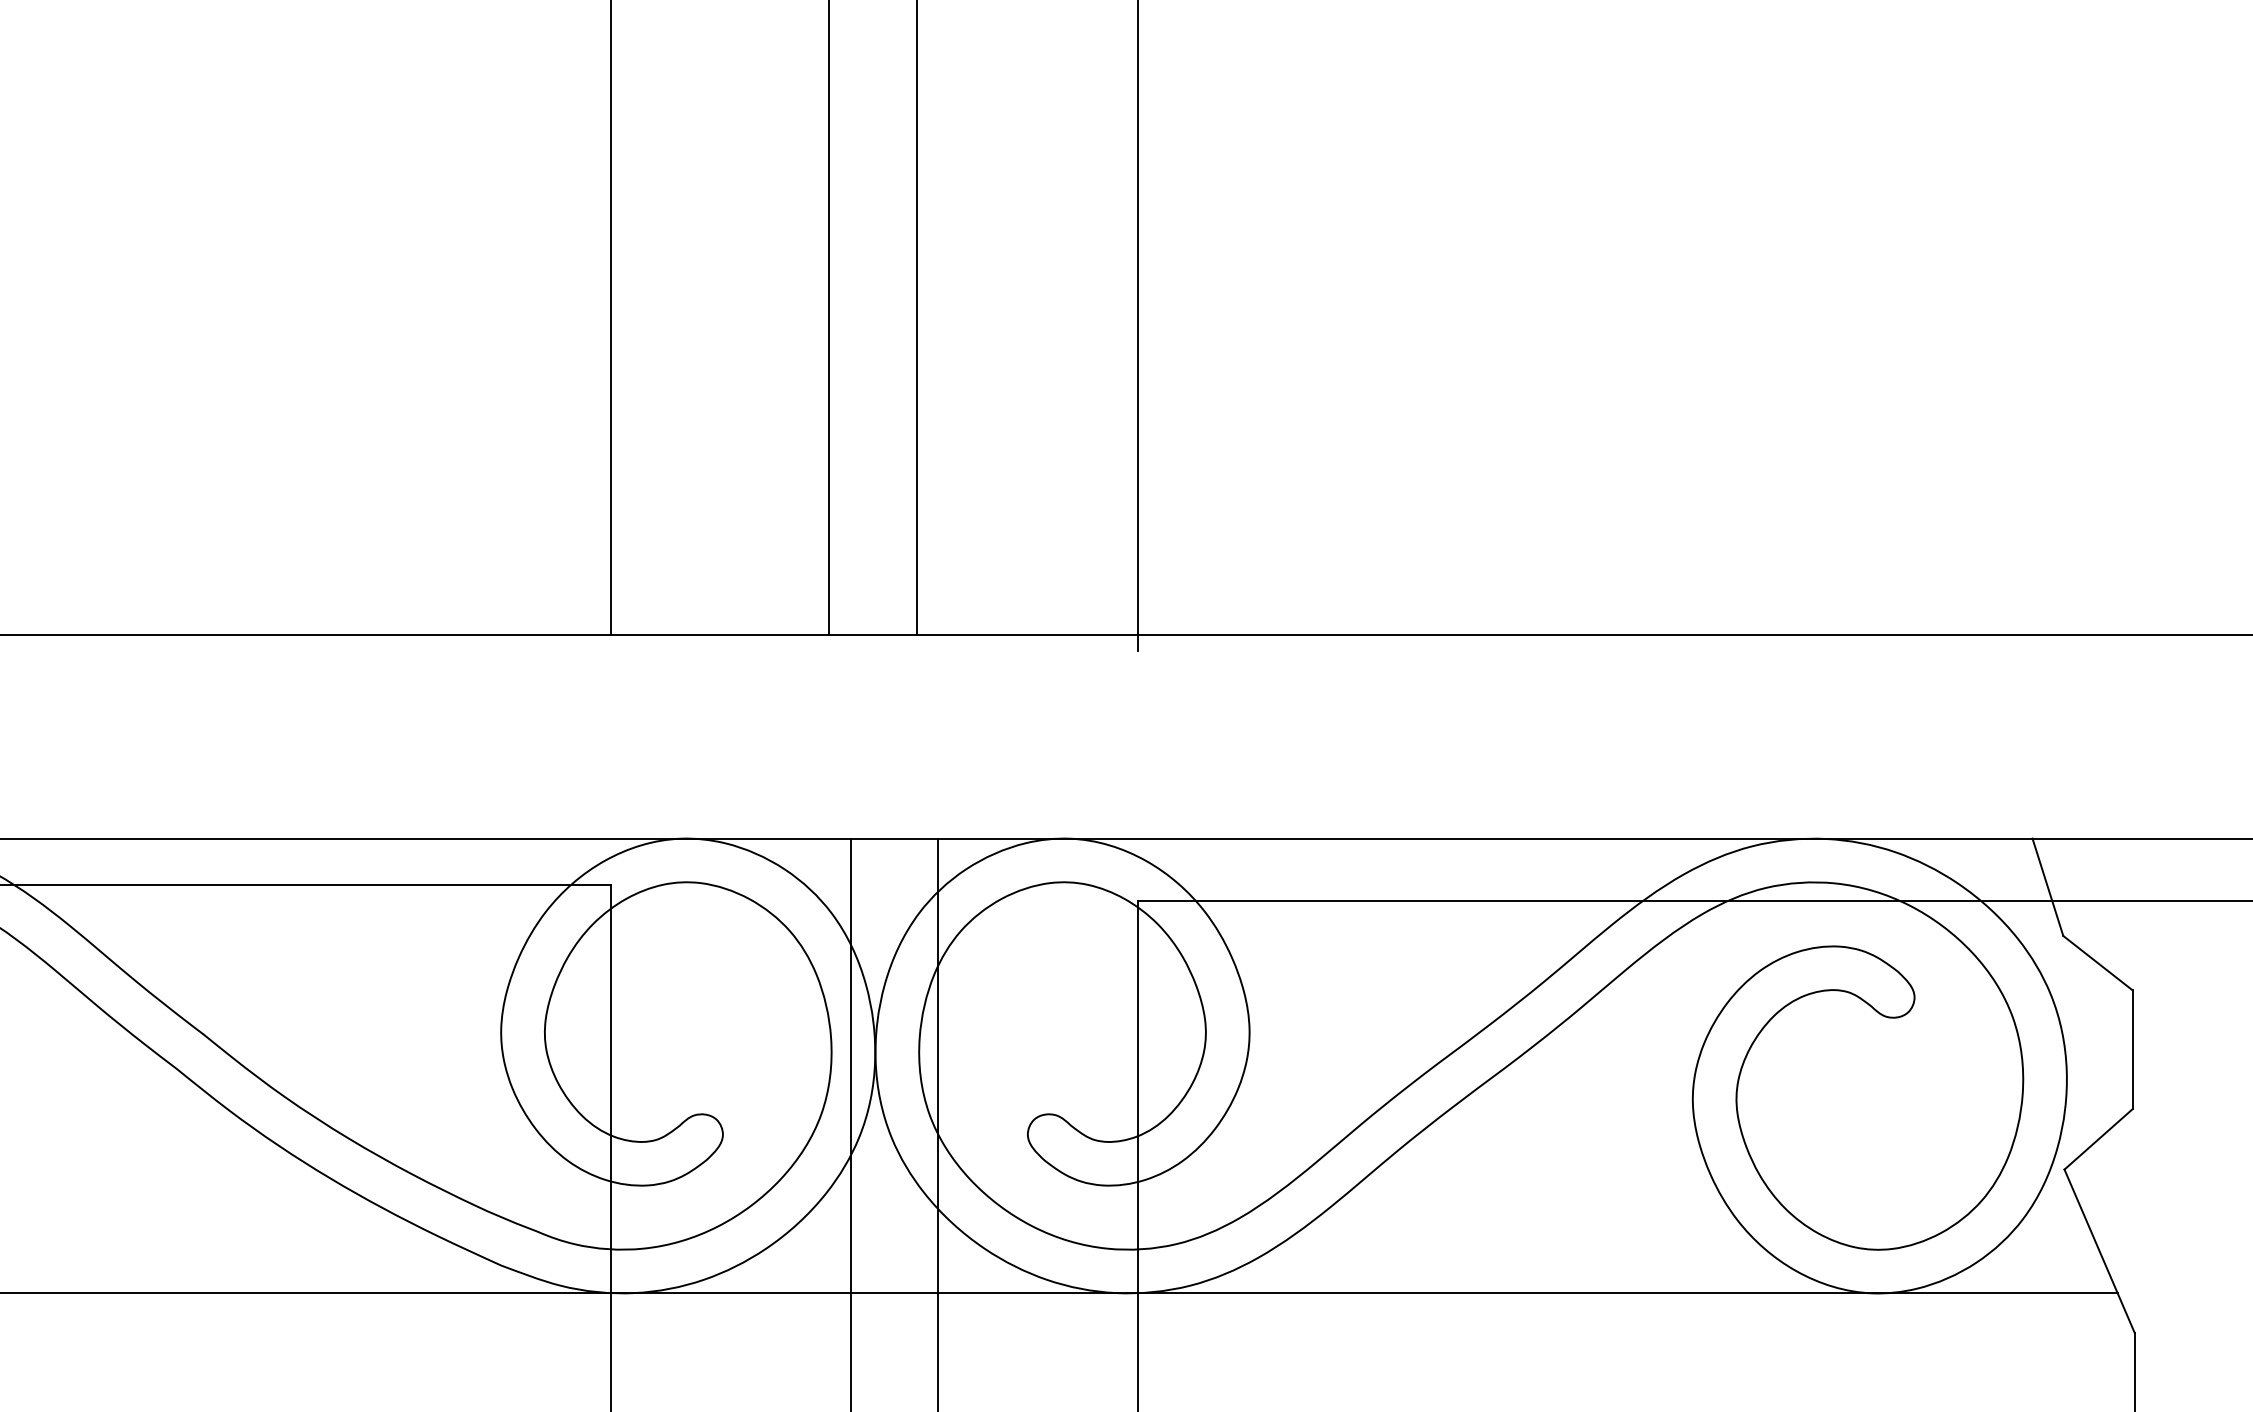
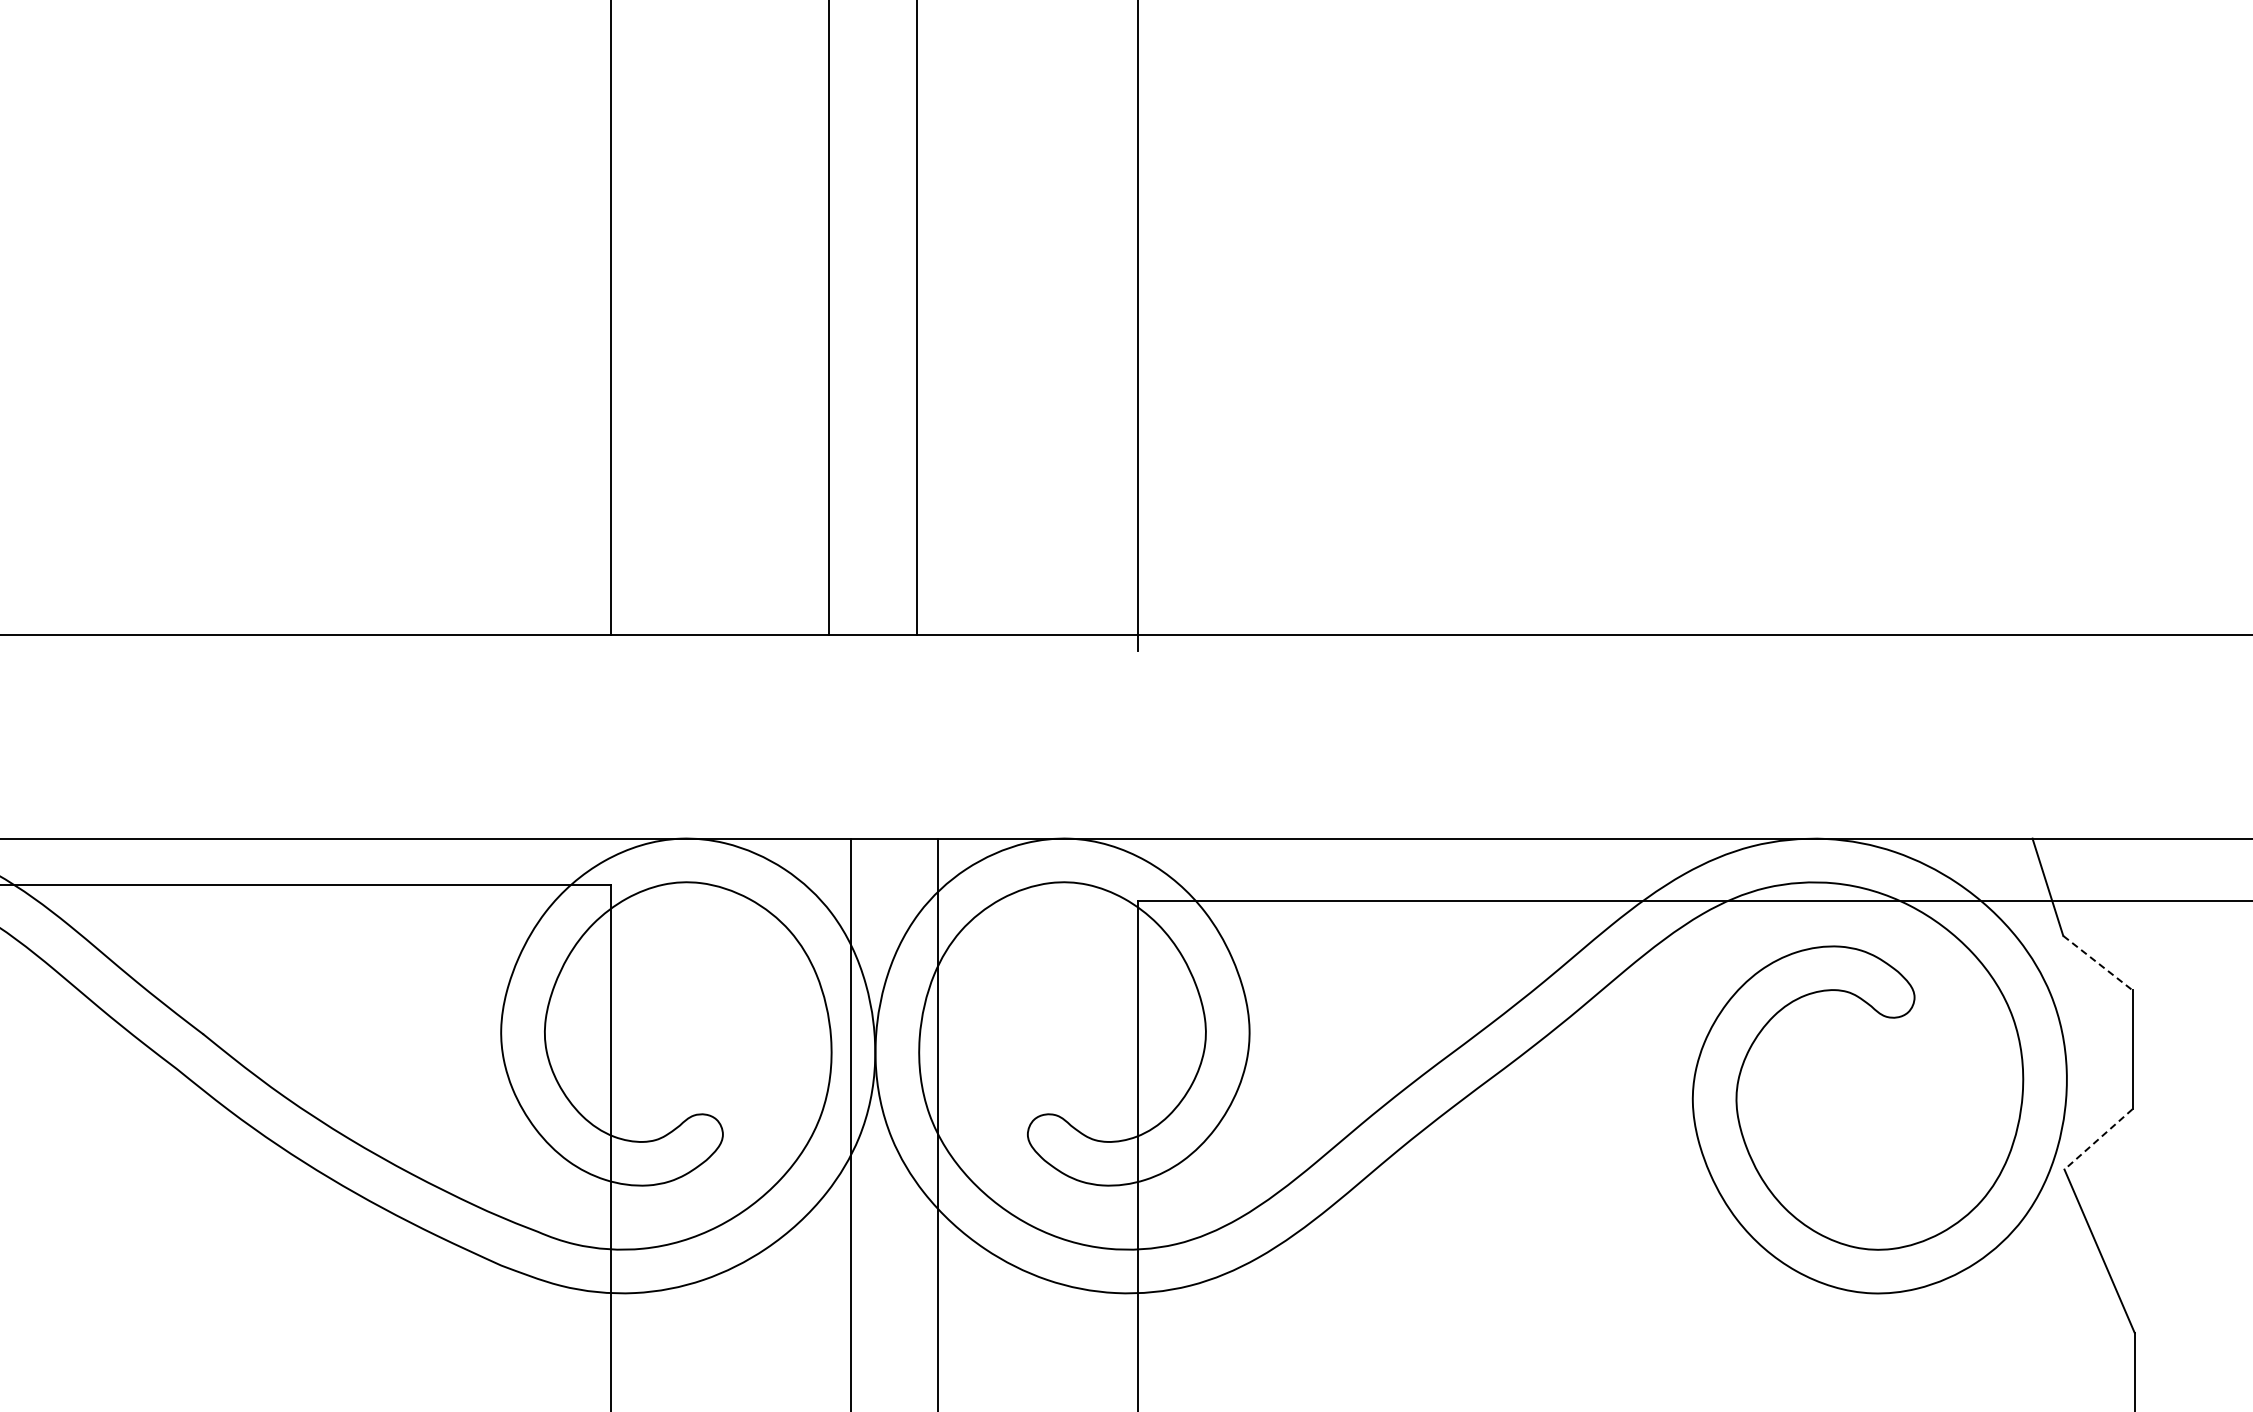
line at (2098, 963): solid -> dashed
line at (2098, 1139): solid -> dashed
line at (1059, 1293): present -> none
